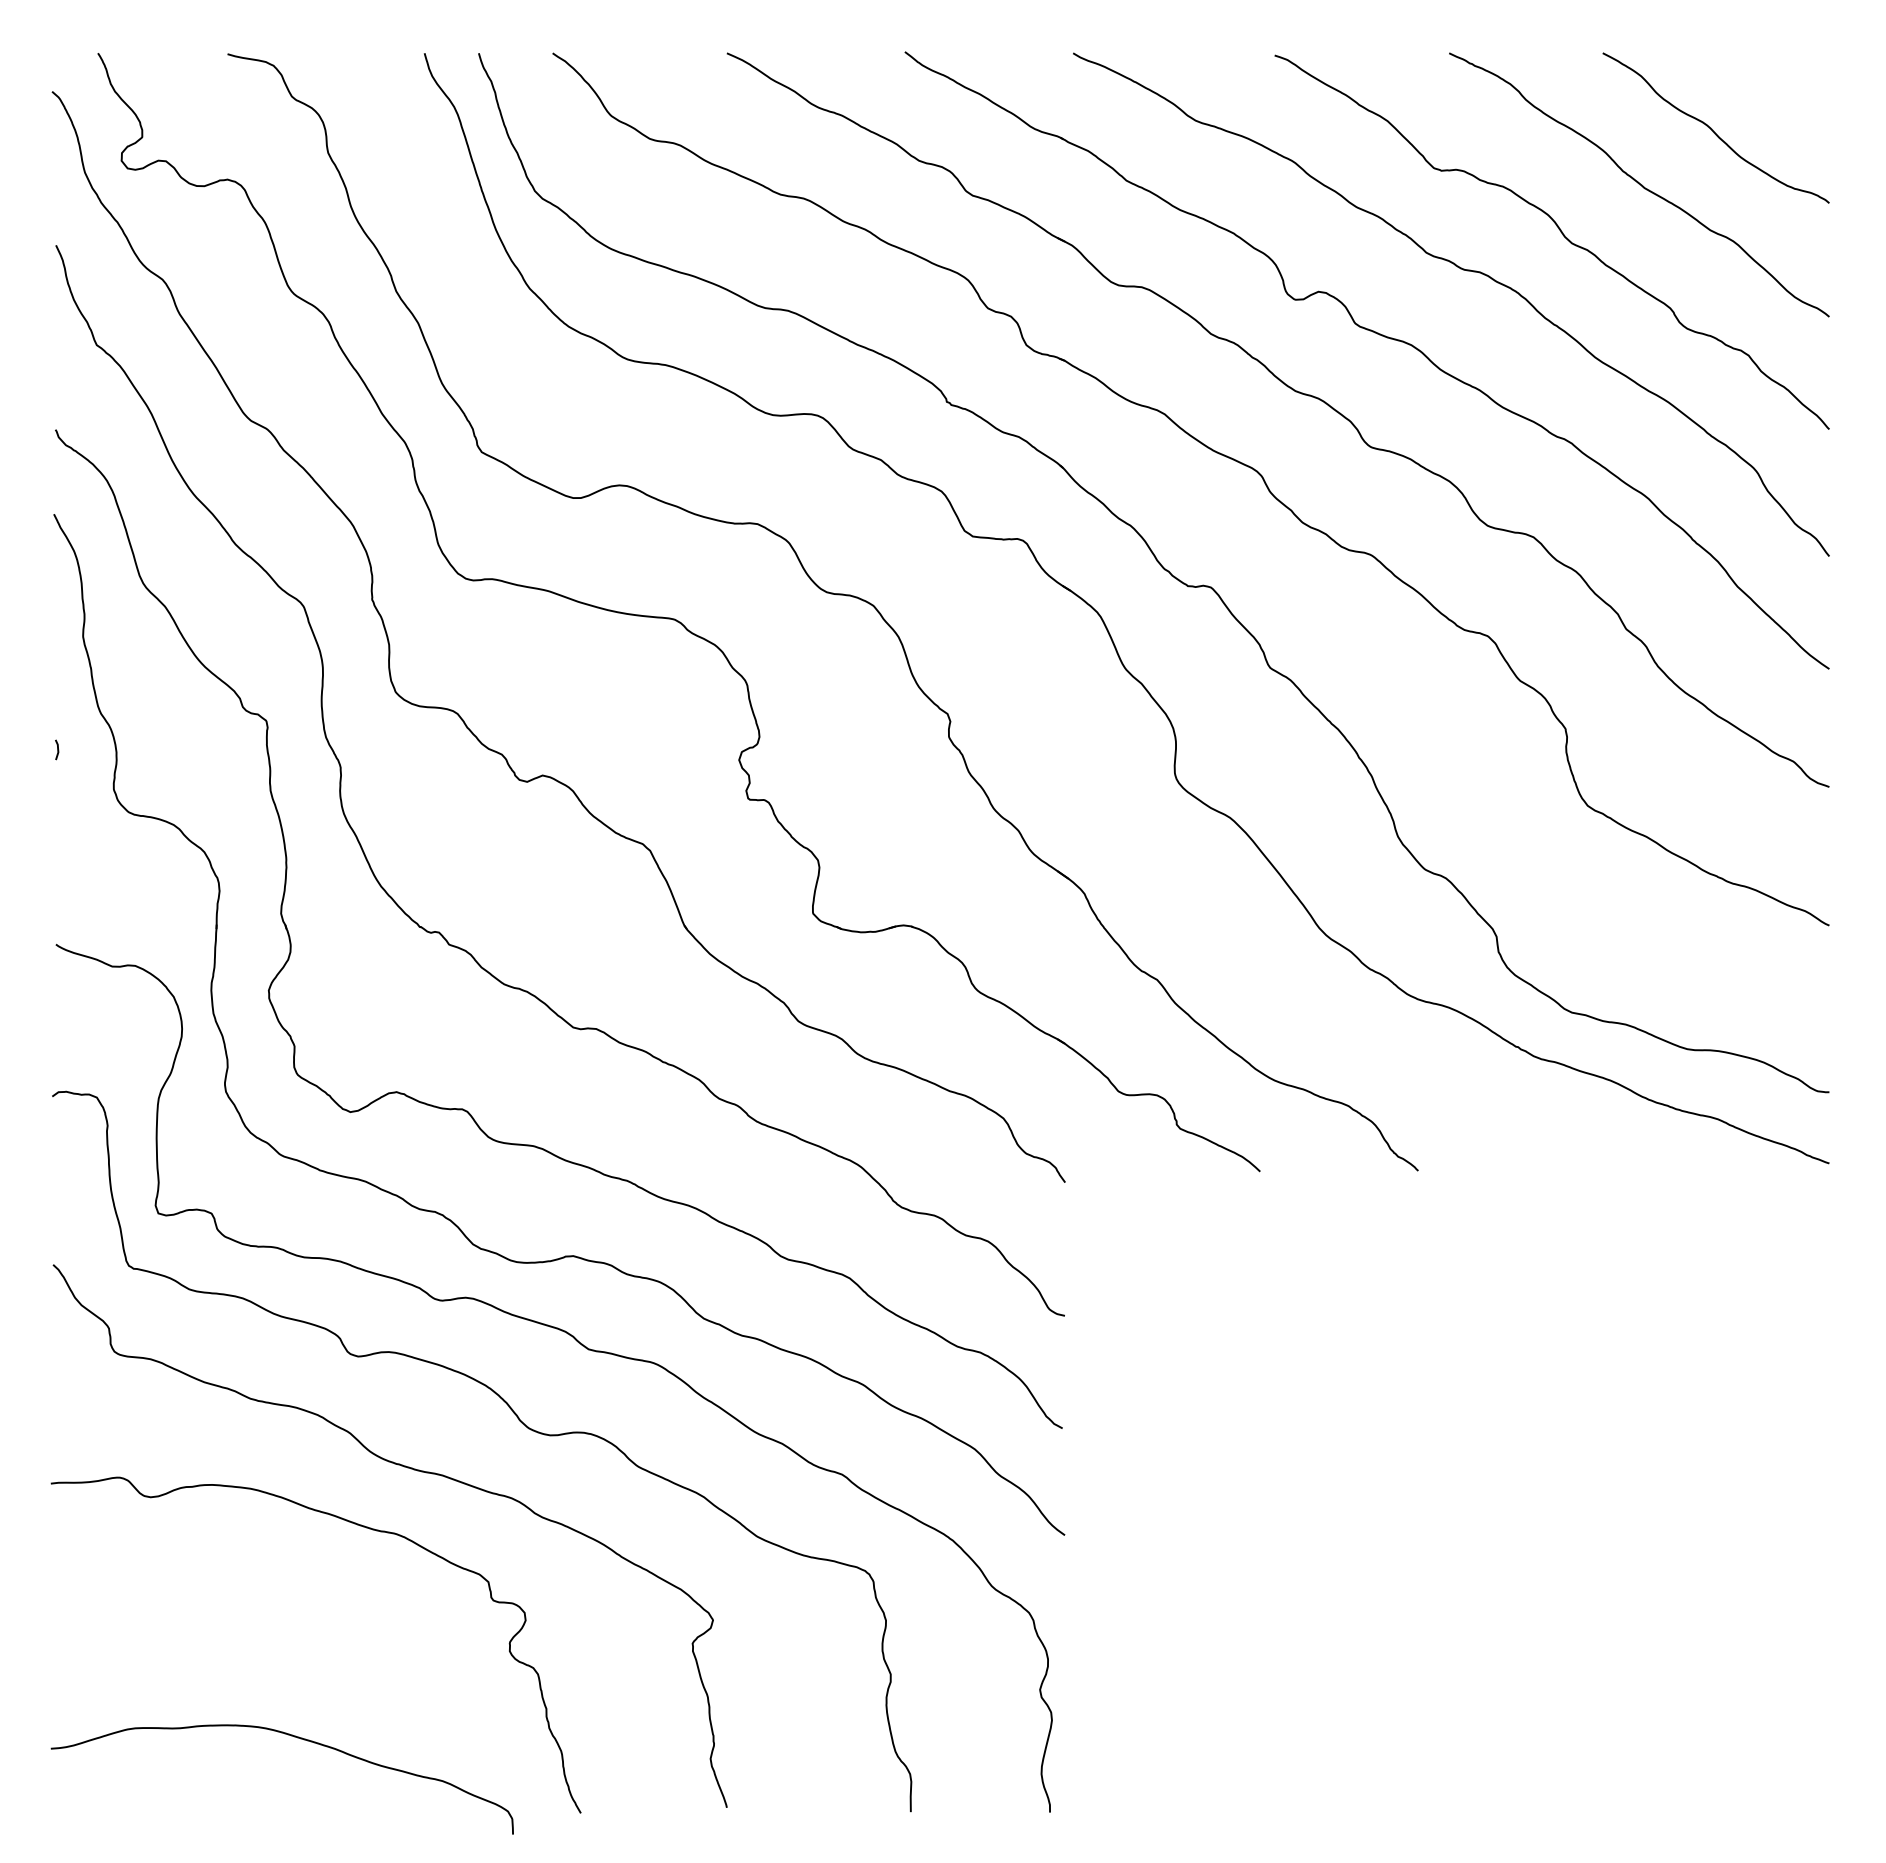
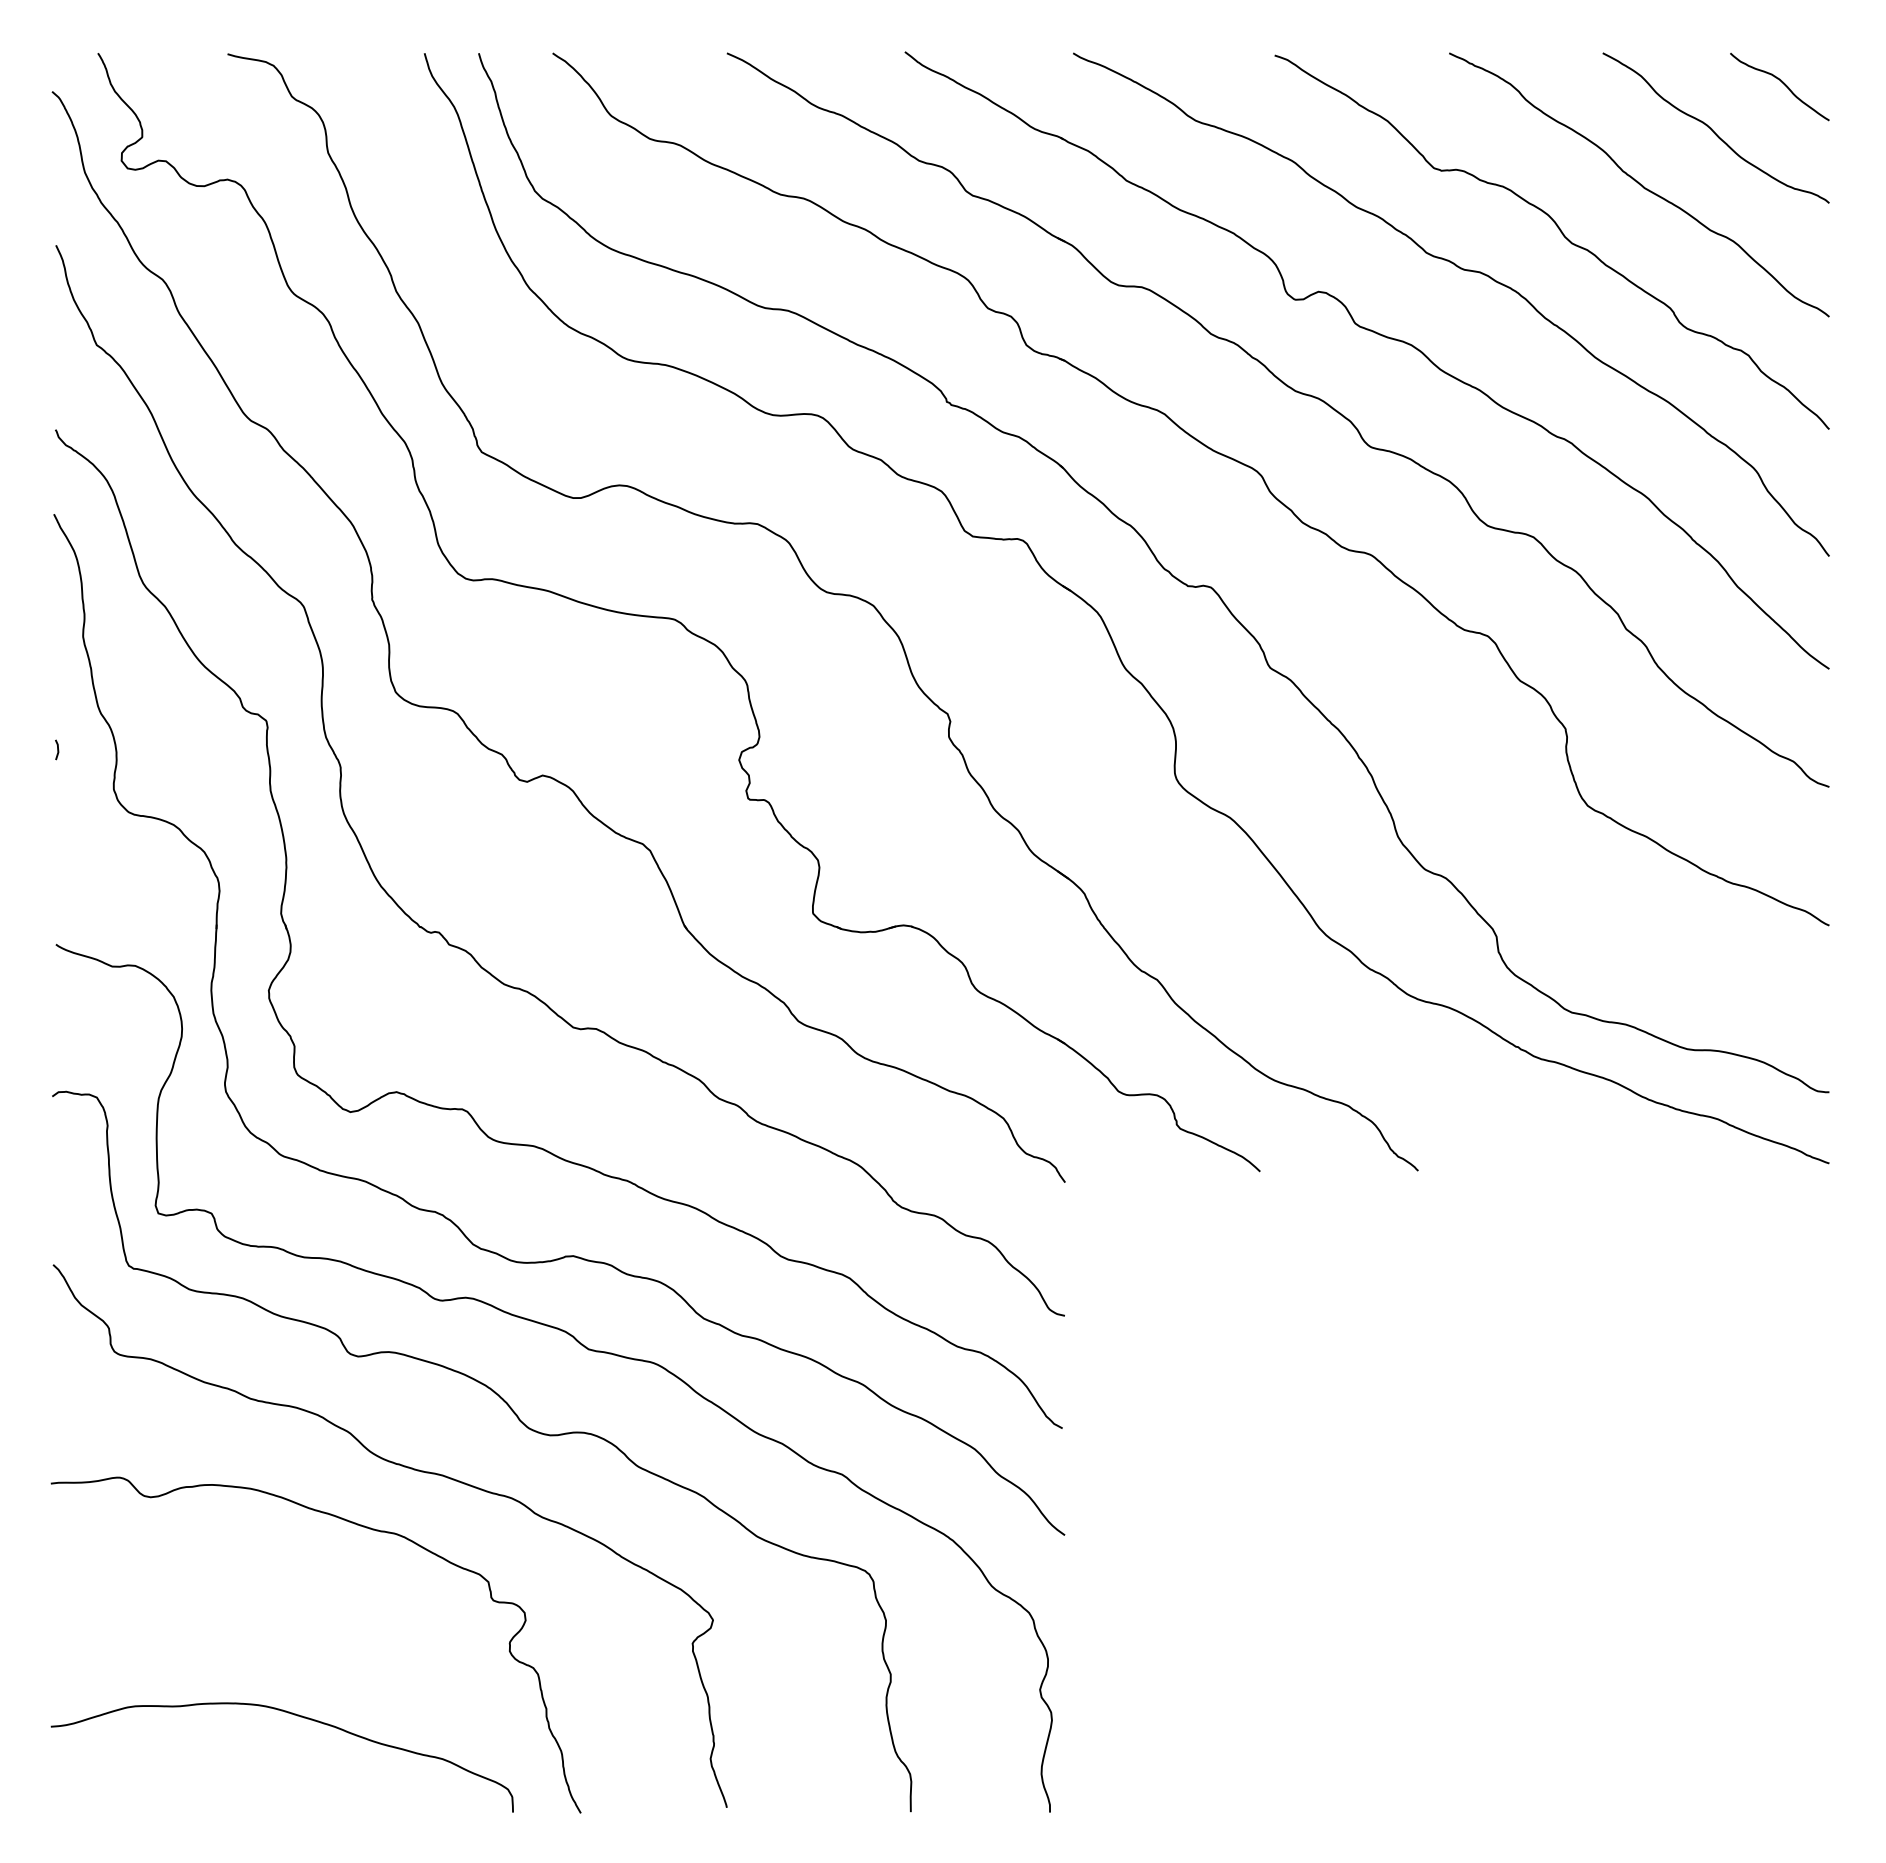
curve at (1782, 83): none -> present
curve at (294, 1737) position: (294, 1737) -> (294, 1715)
